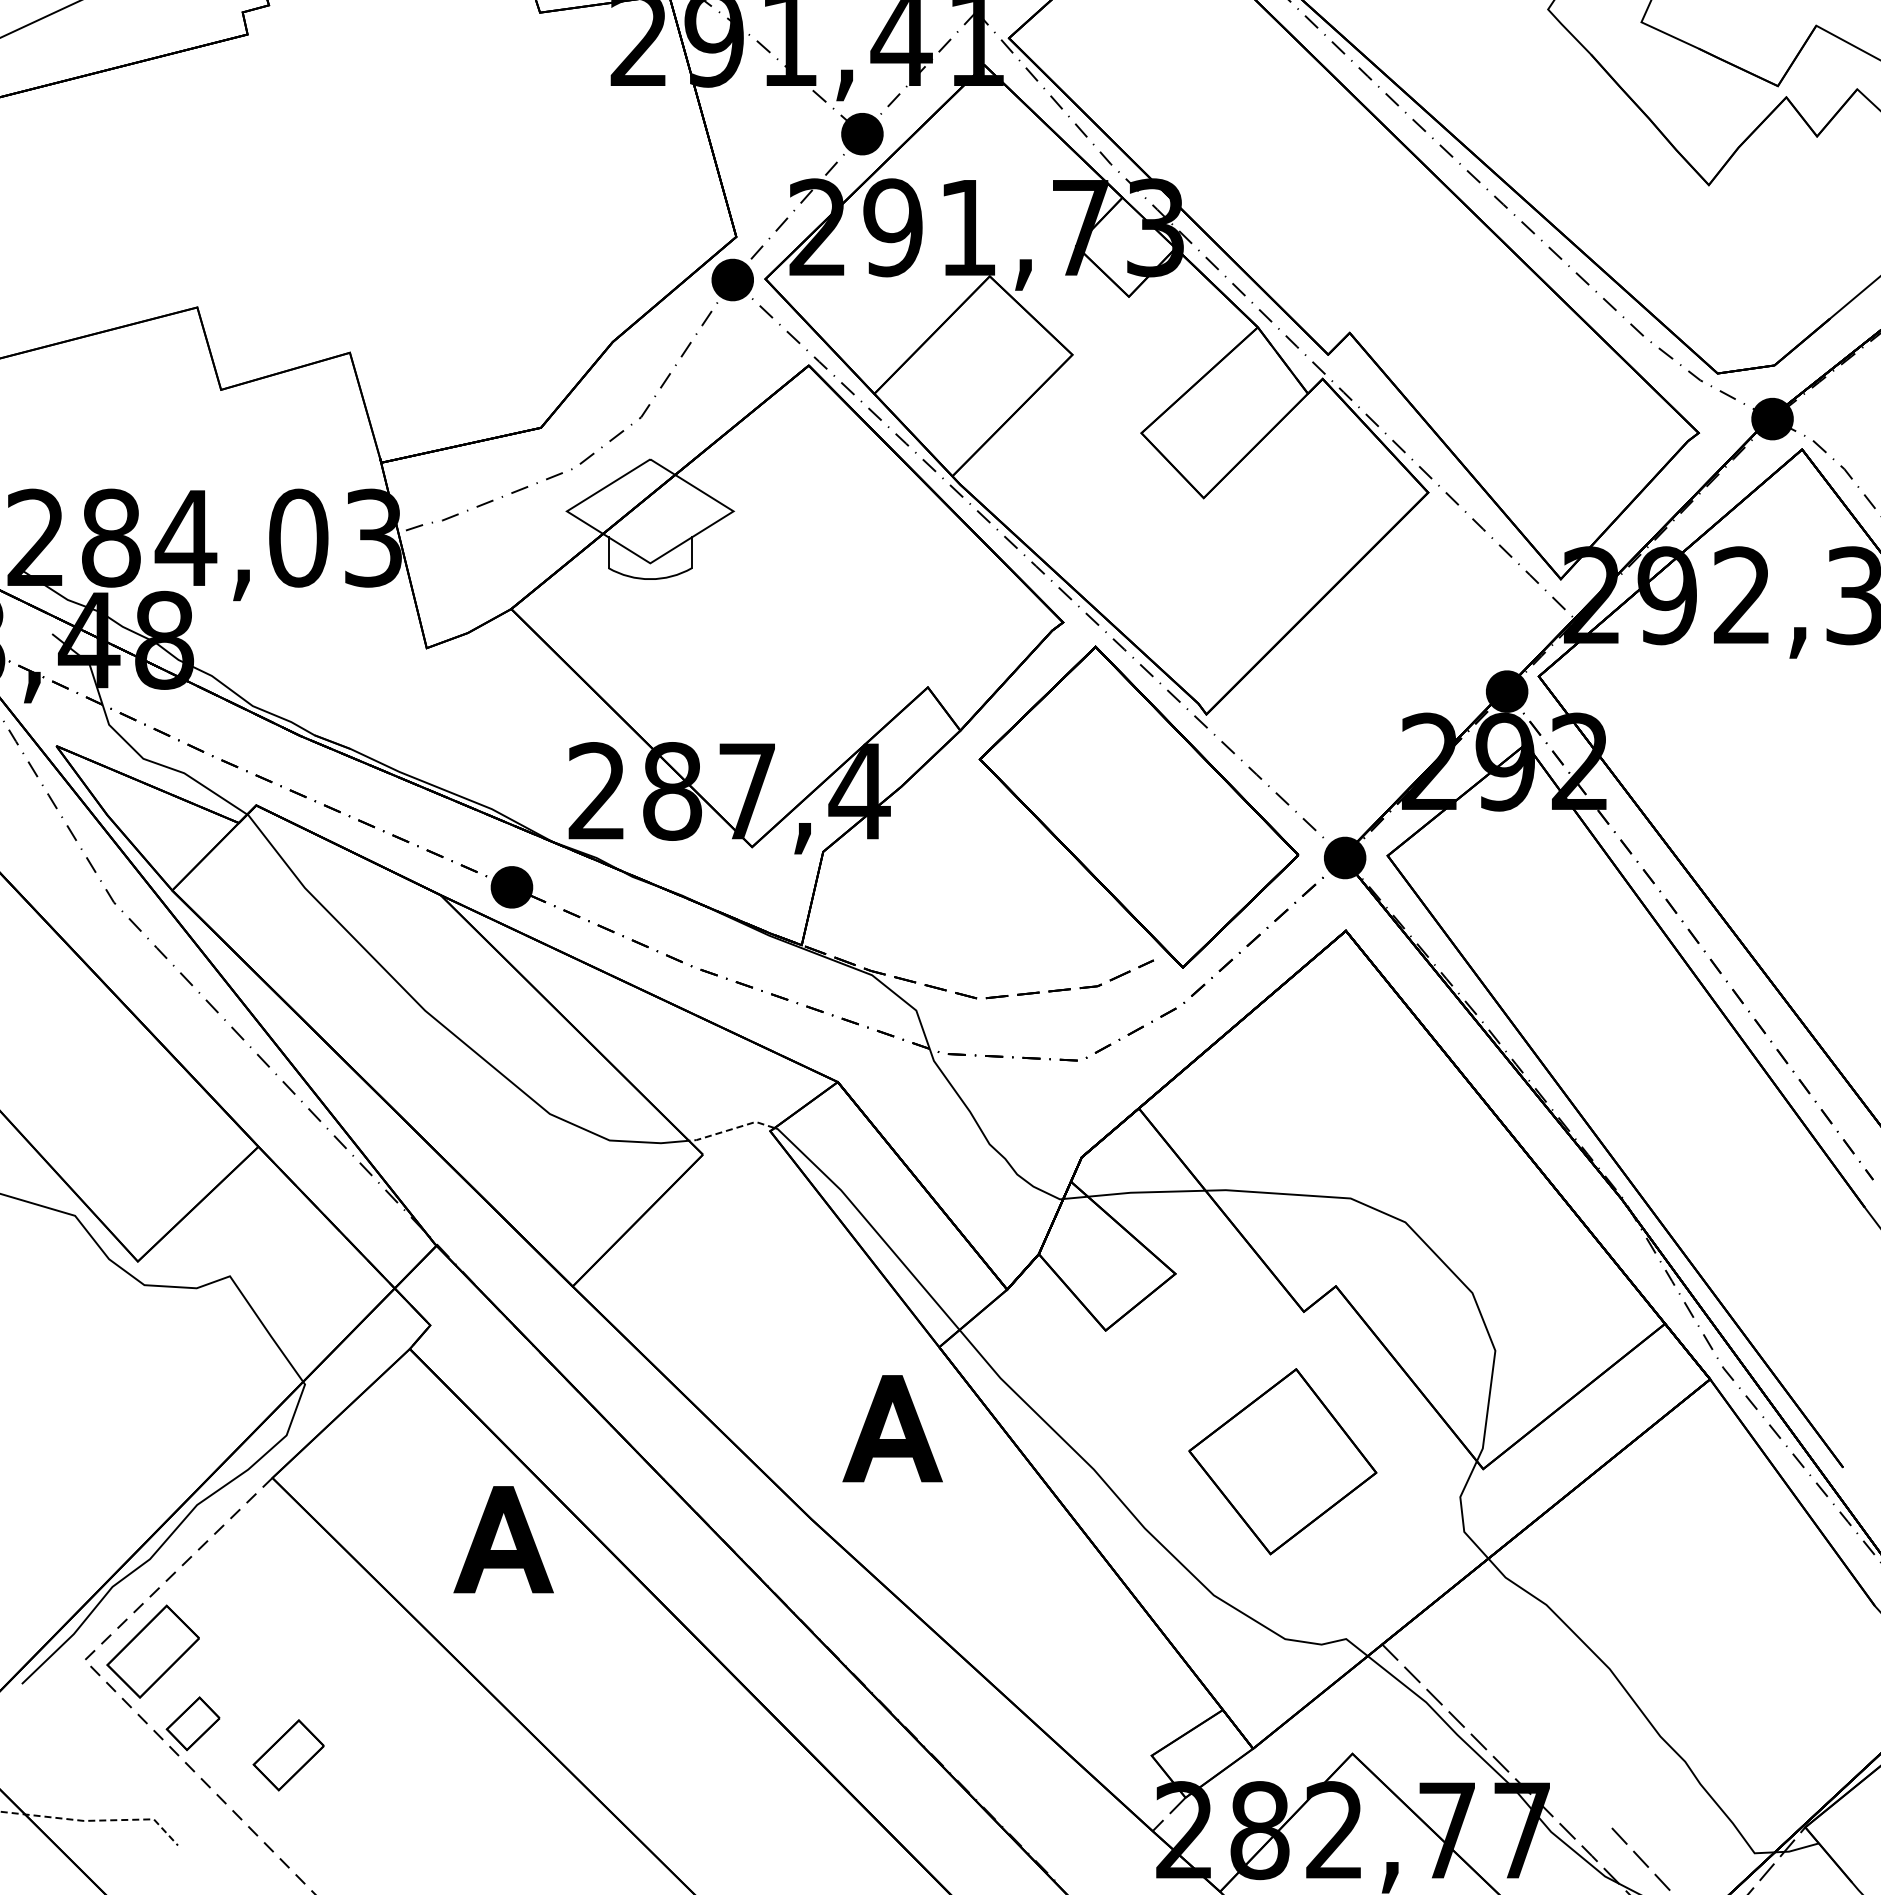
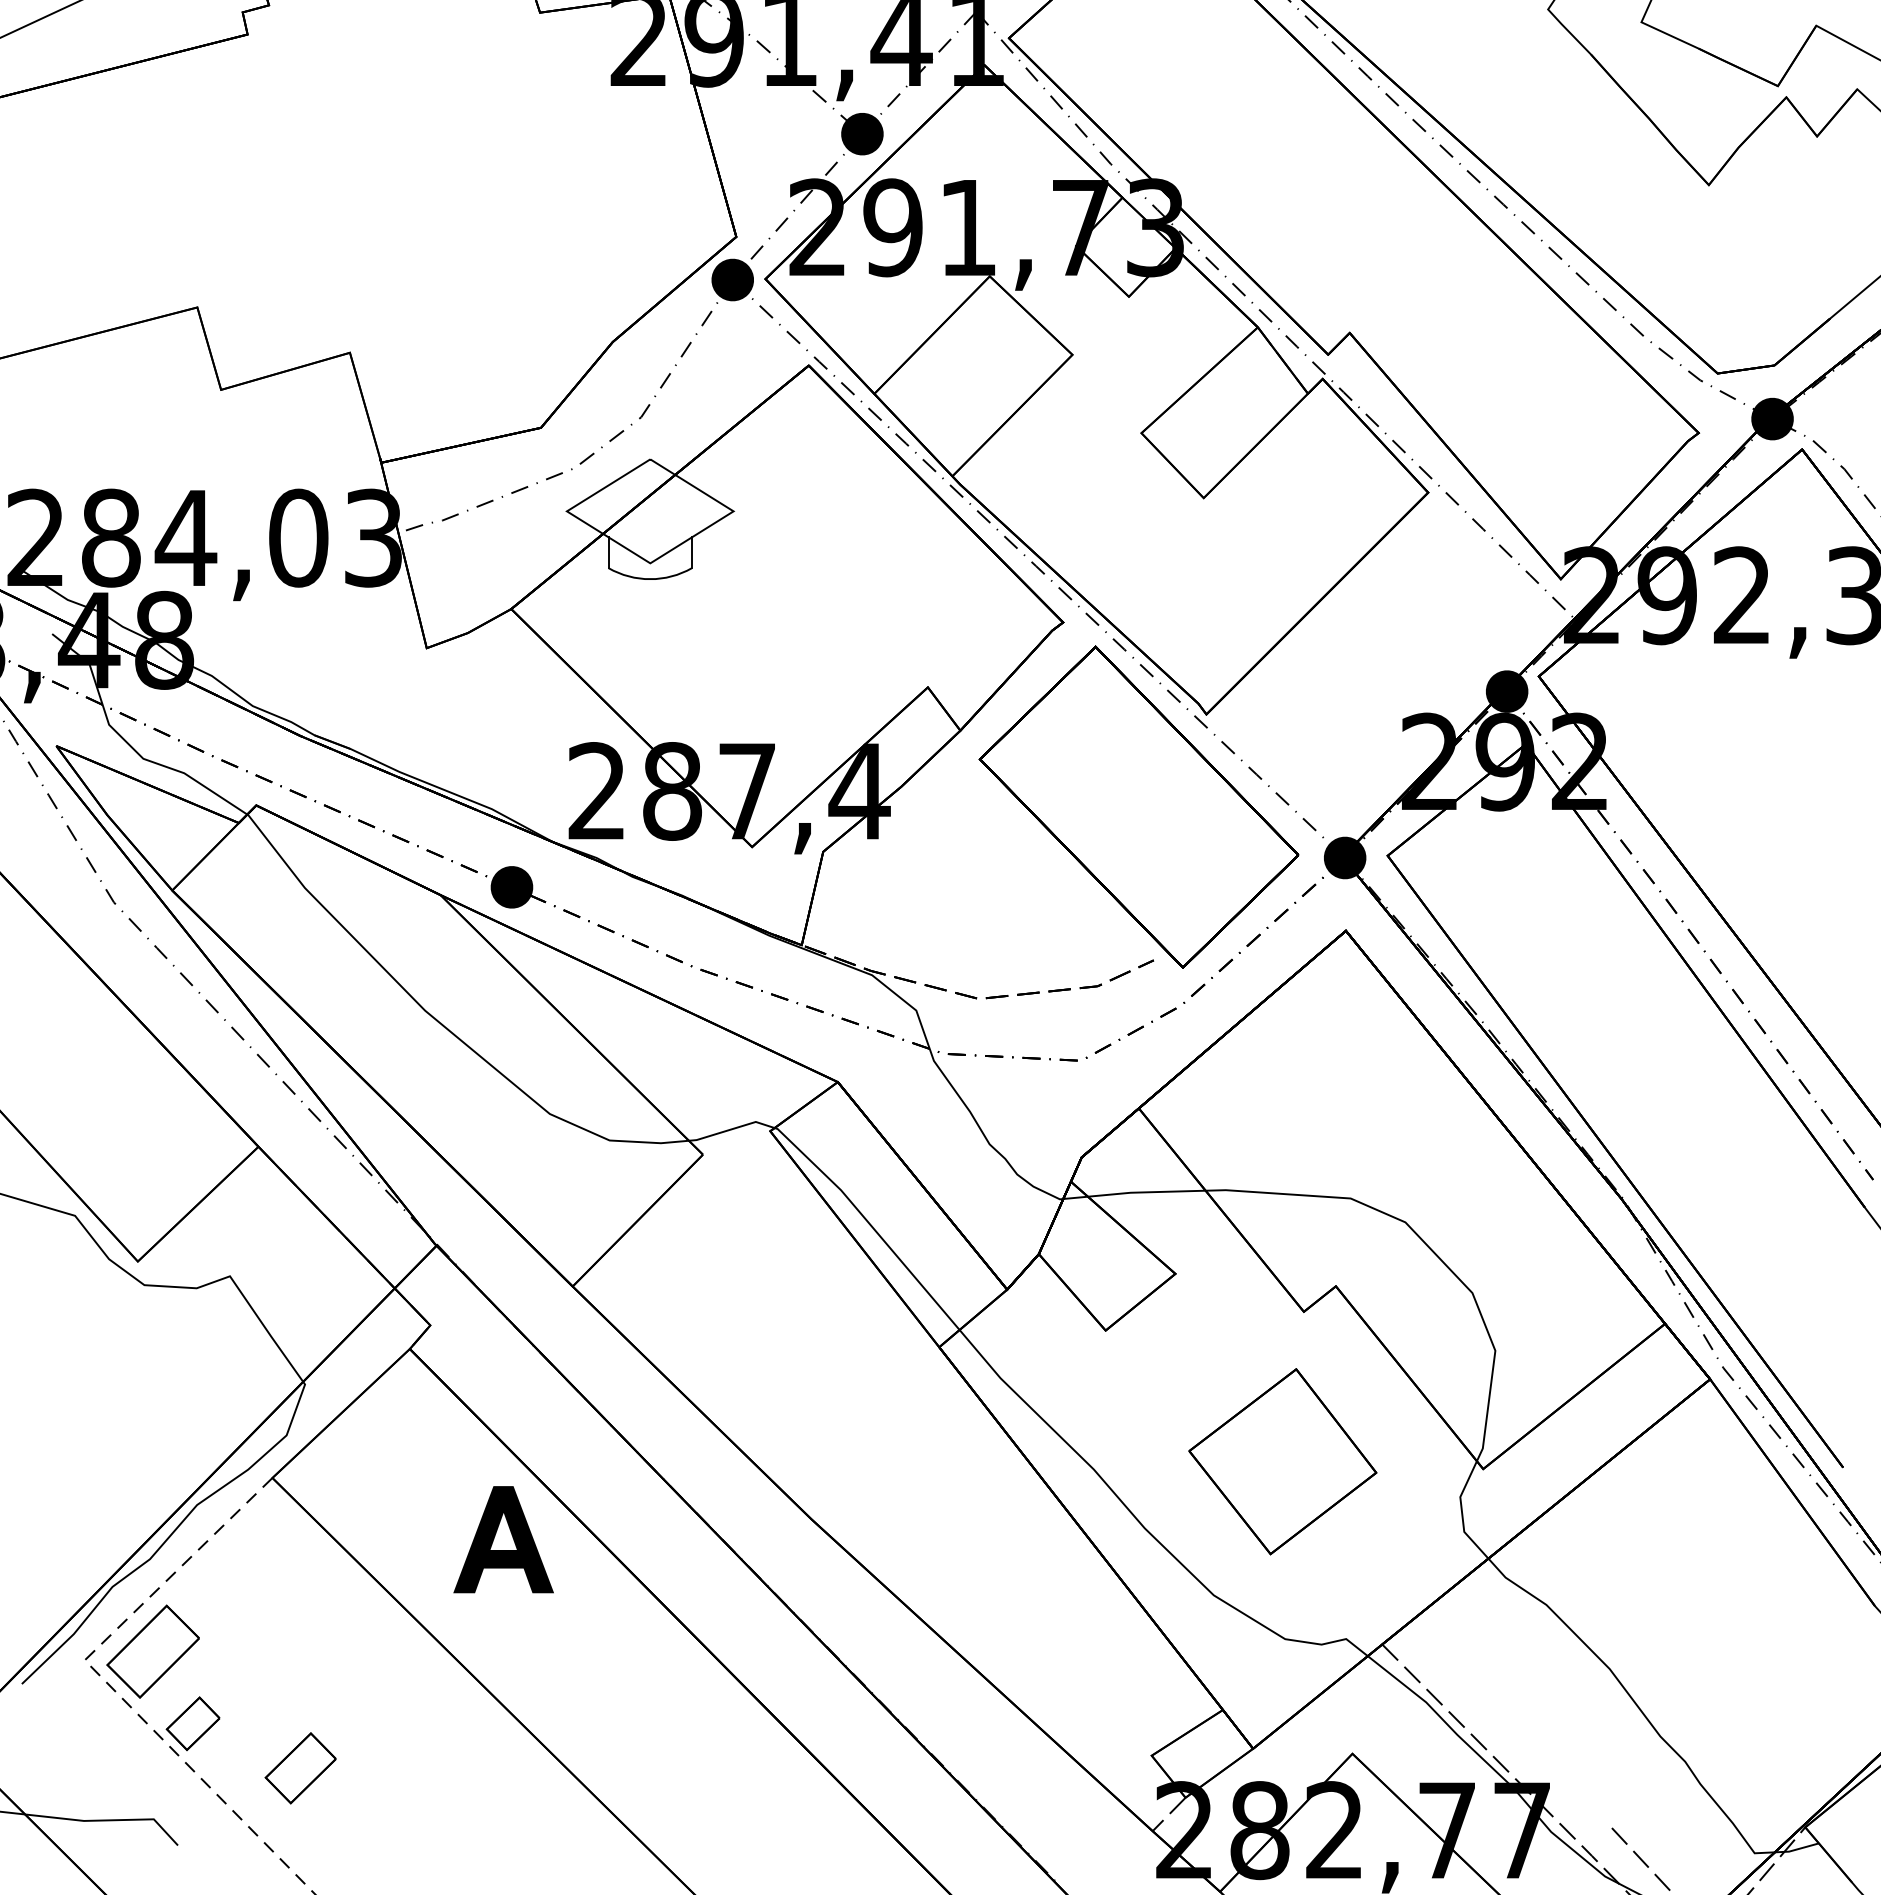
line at (731, 1129): dashed -> solid
part at (892, 1428): present -> none
part at (288, 1755) position: (288, 1755) -> (300, 1768)
line at (94, 1820): dashed -> solid
